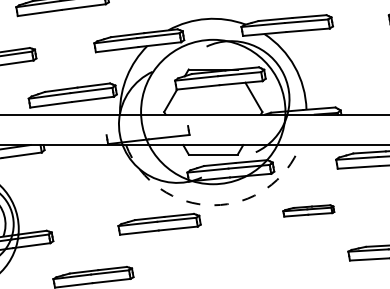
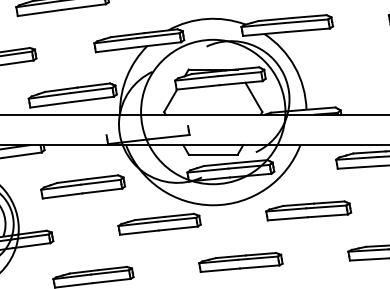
part at (83, 186): none -> present
arc at (213, 205): dashed -> solid
part at (308, 210) size: 54x14 px -> 88x22 px
part at (240, 262): none -> present
